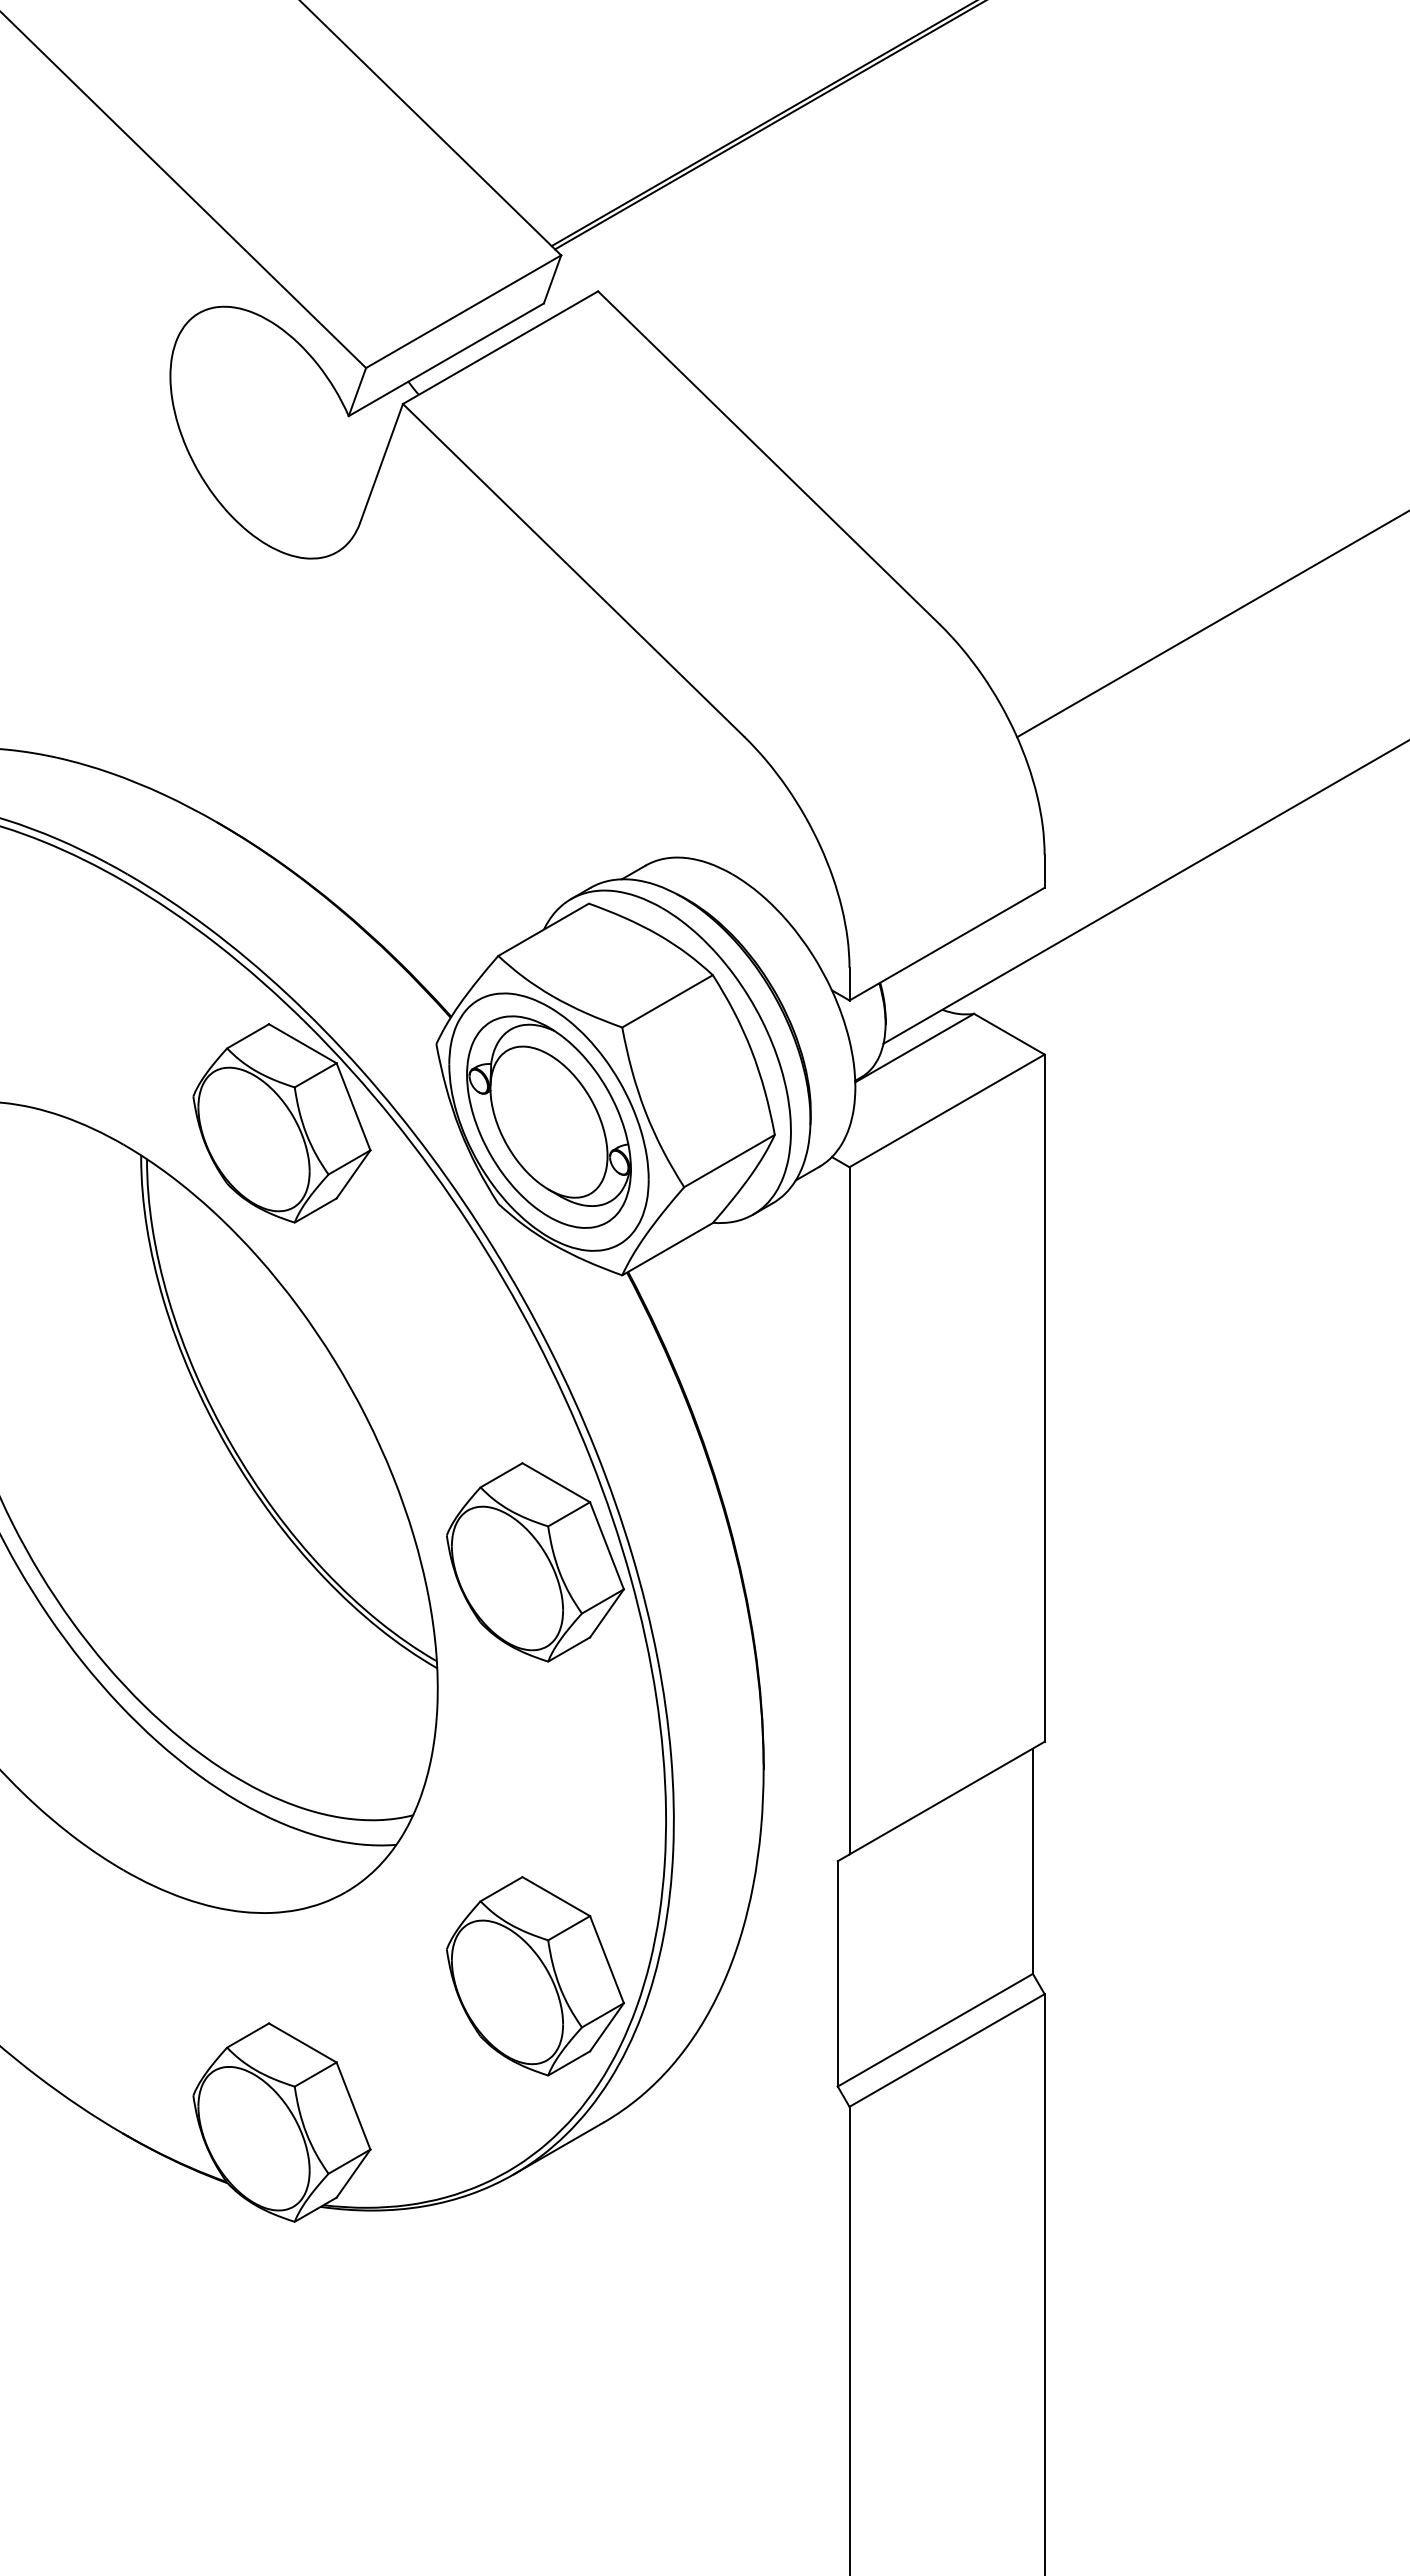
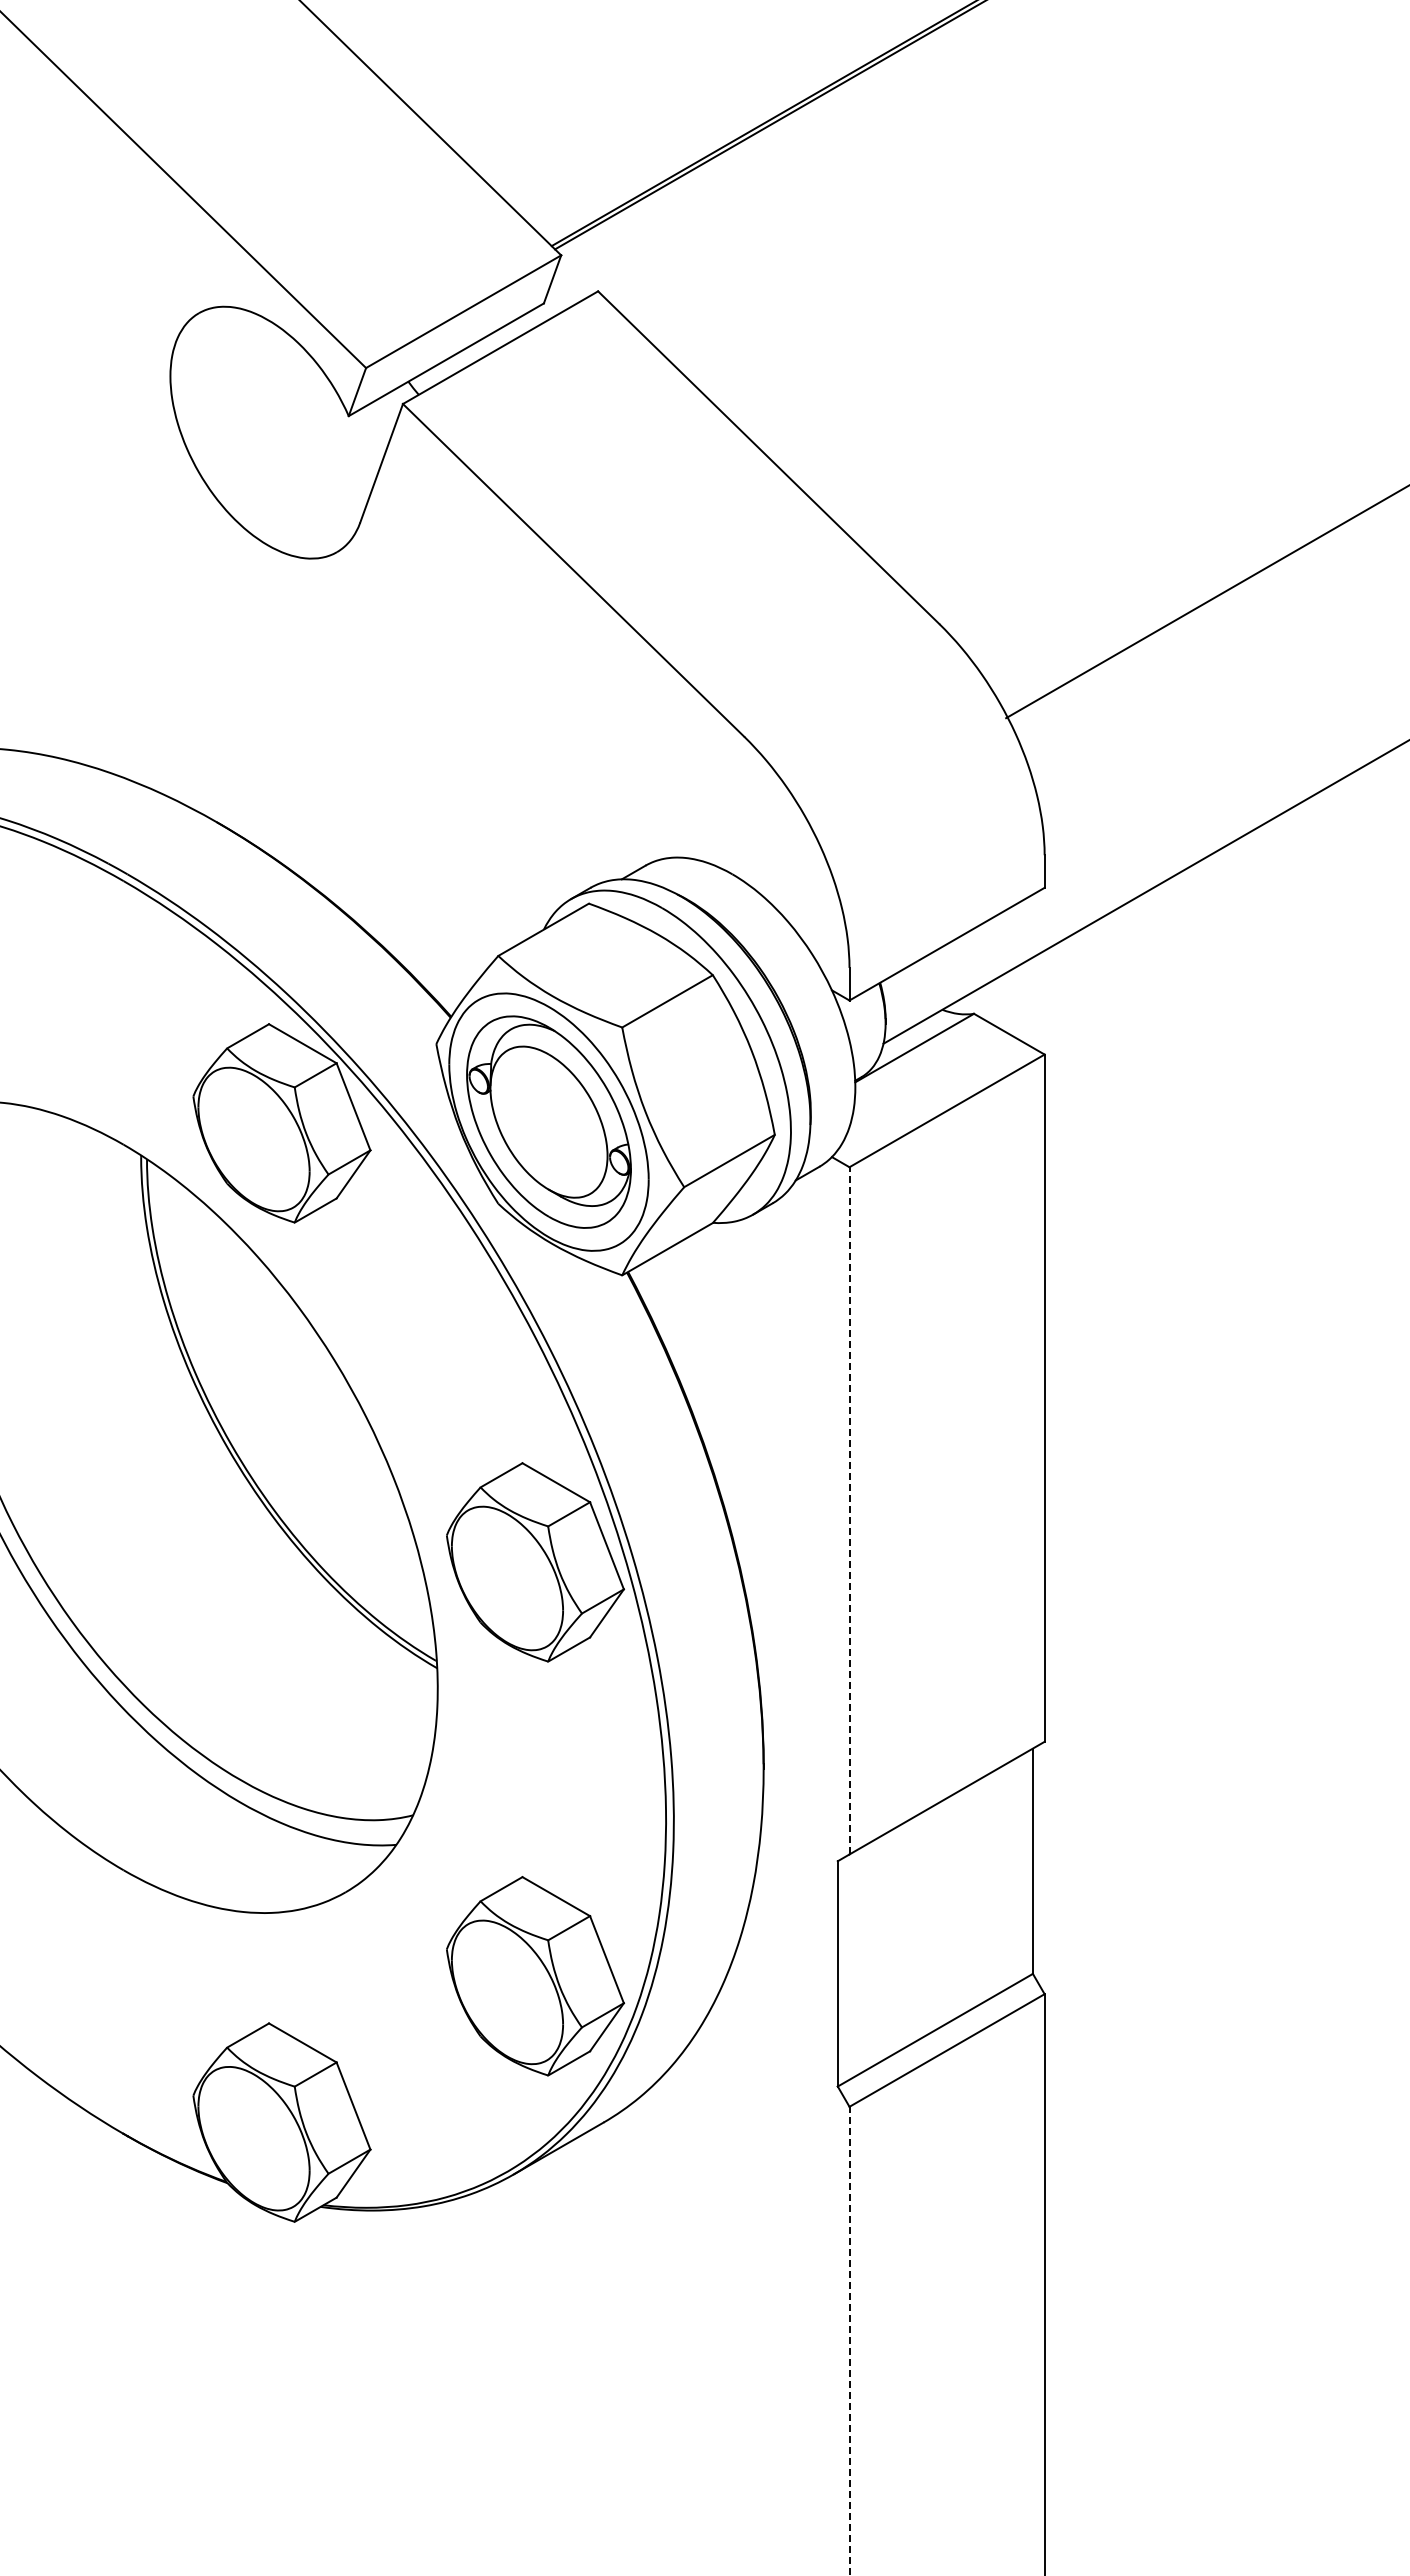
line at (1211, 624) position: (1211, 624) -> (1206, 602)
line at (849, 1510): solid -> dashed
line at (849, 2340): solid -> dashed
